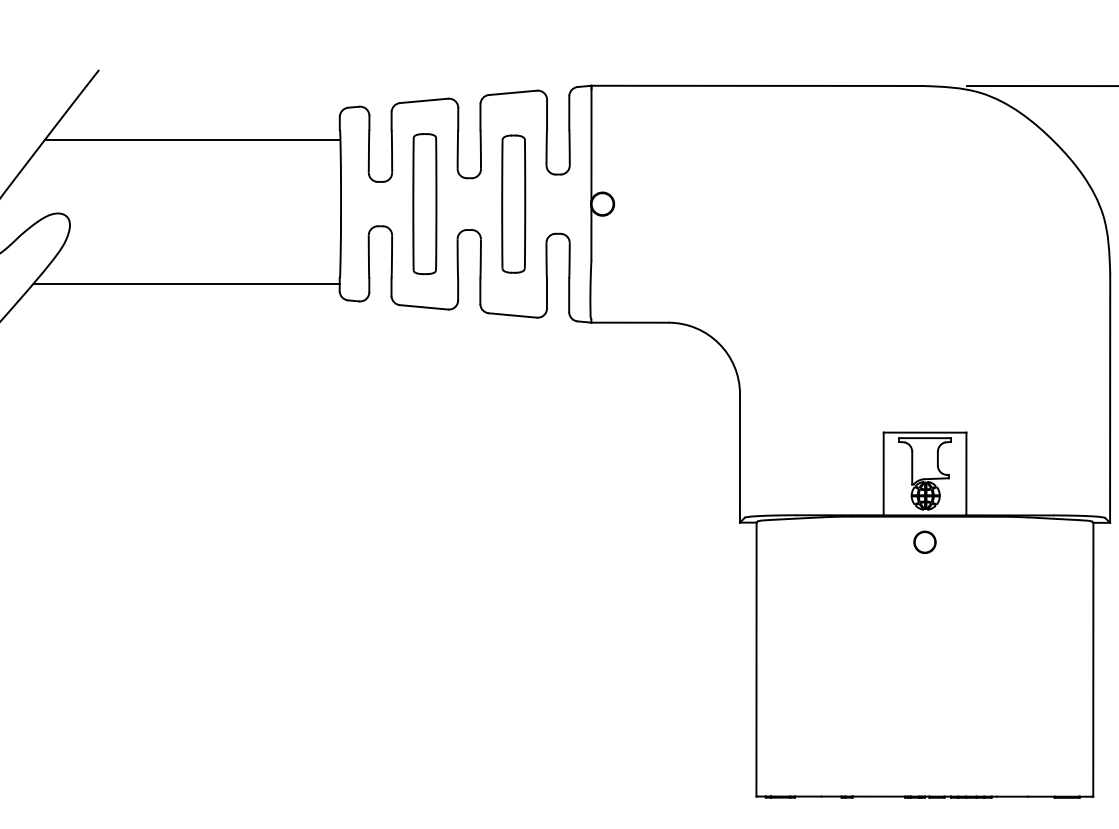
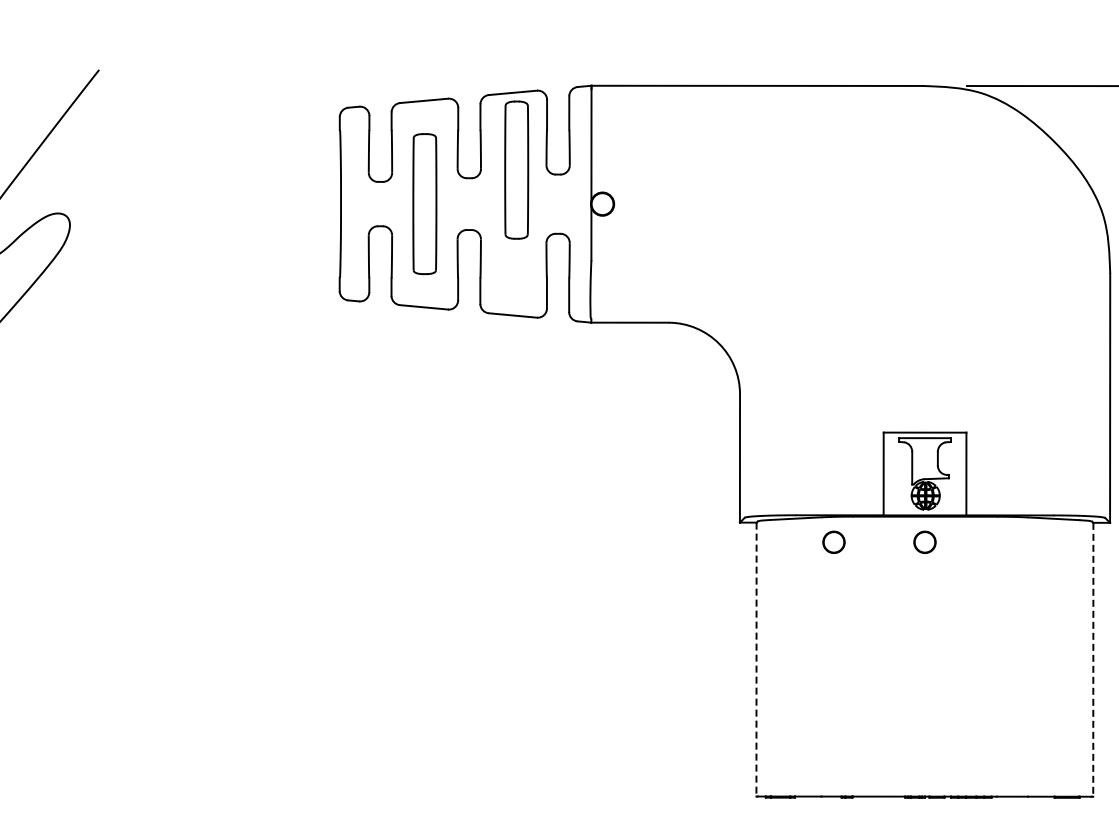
line at (192, 140): present -> none
part at (513, 203) position: (513, 203) -> (516, 169)
line at (186, 283): present -> none
circle at (833, 541): none -> present
line at (756, 659): solid -> dashed
line at (1093, 659): solid -> dashed
